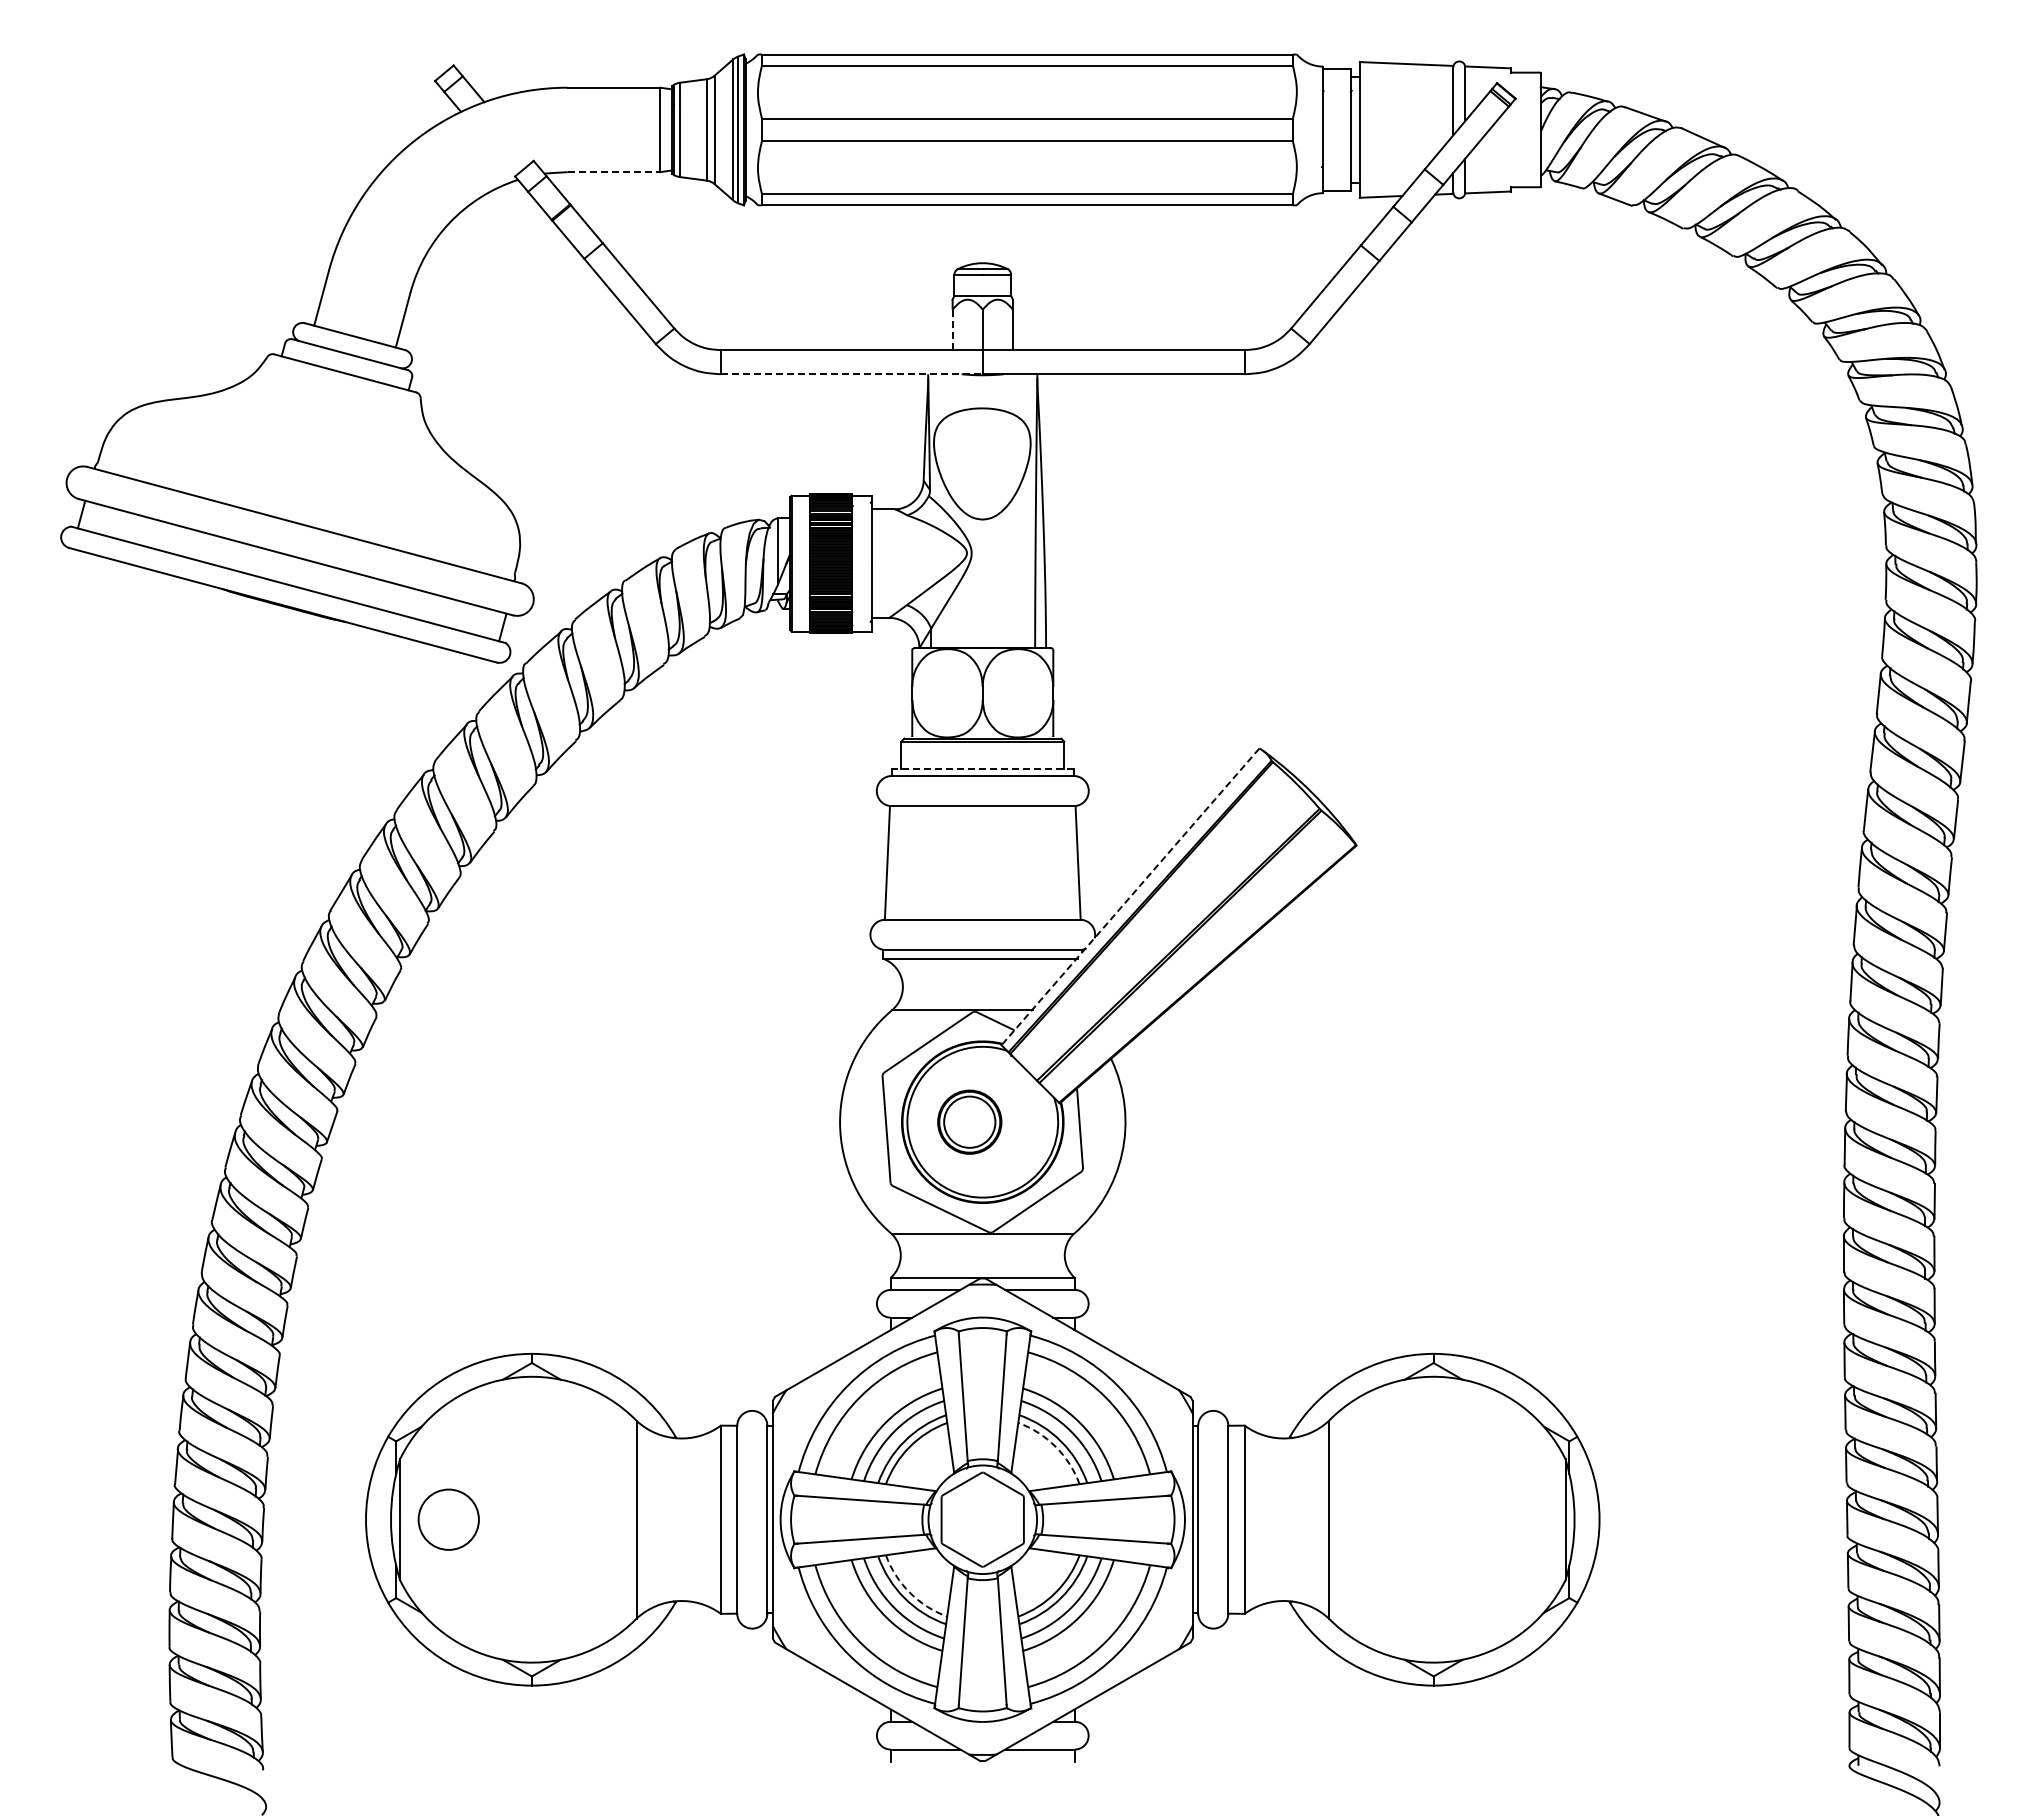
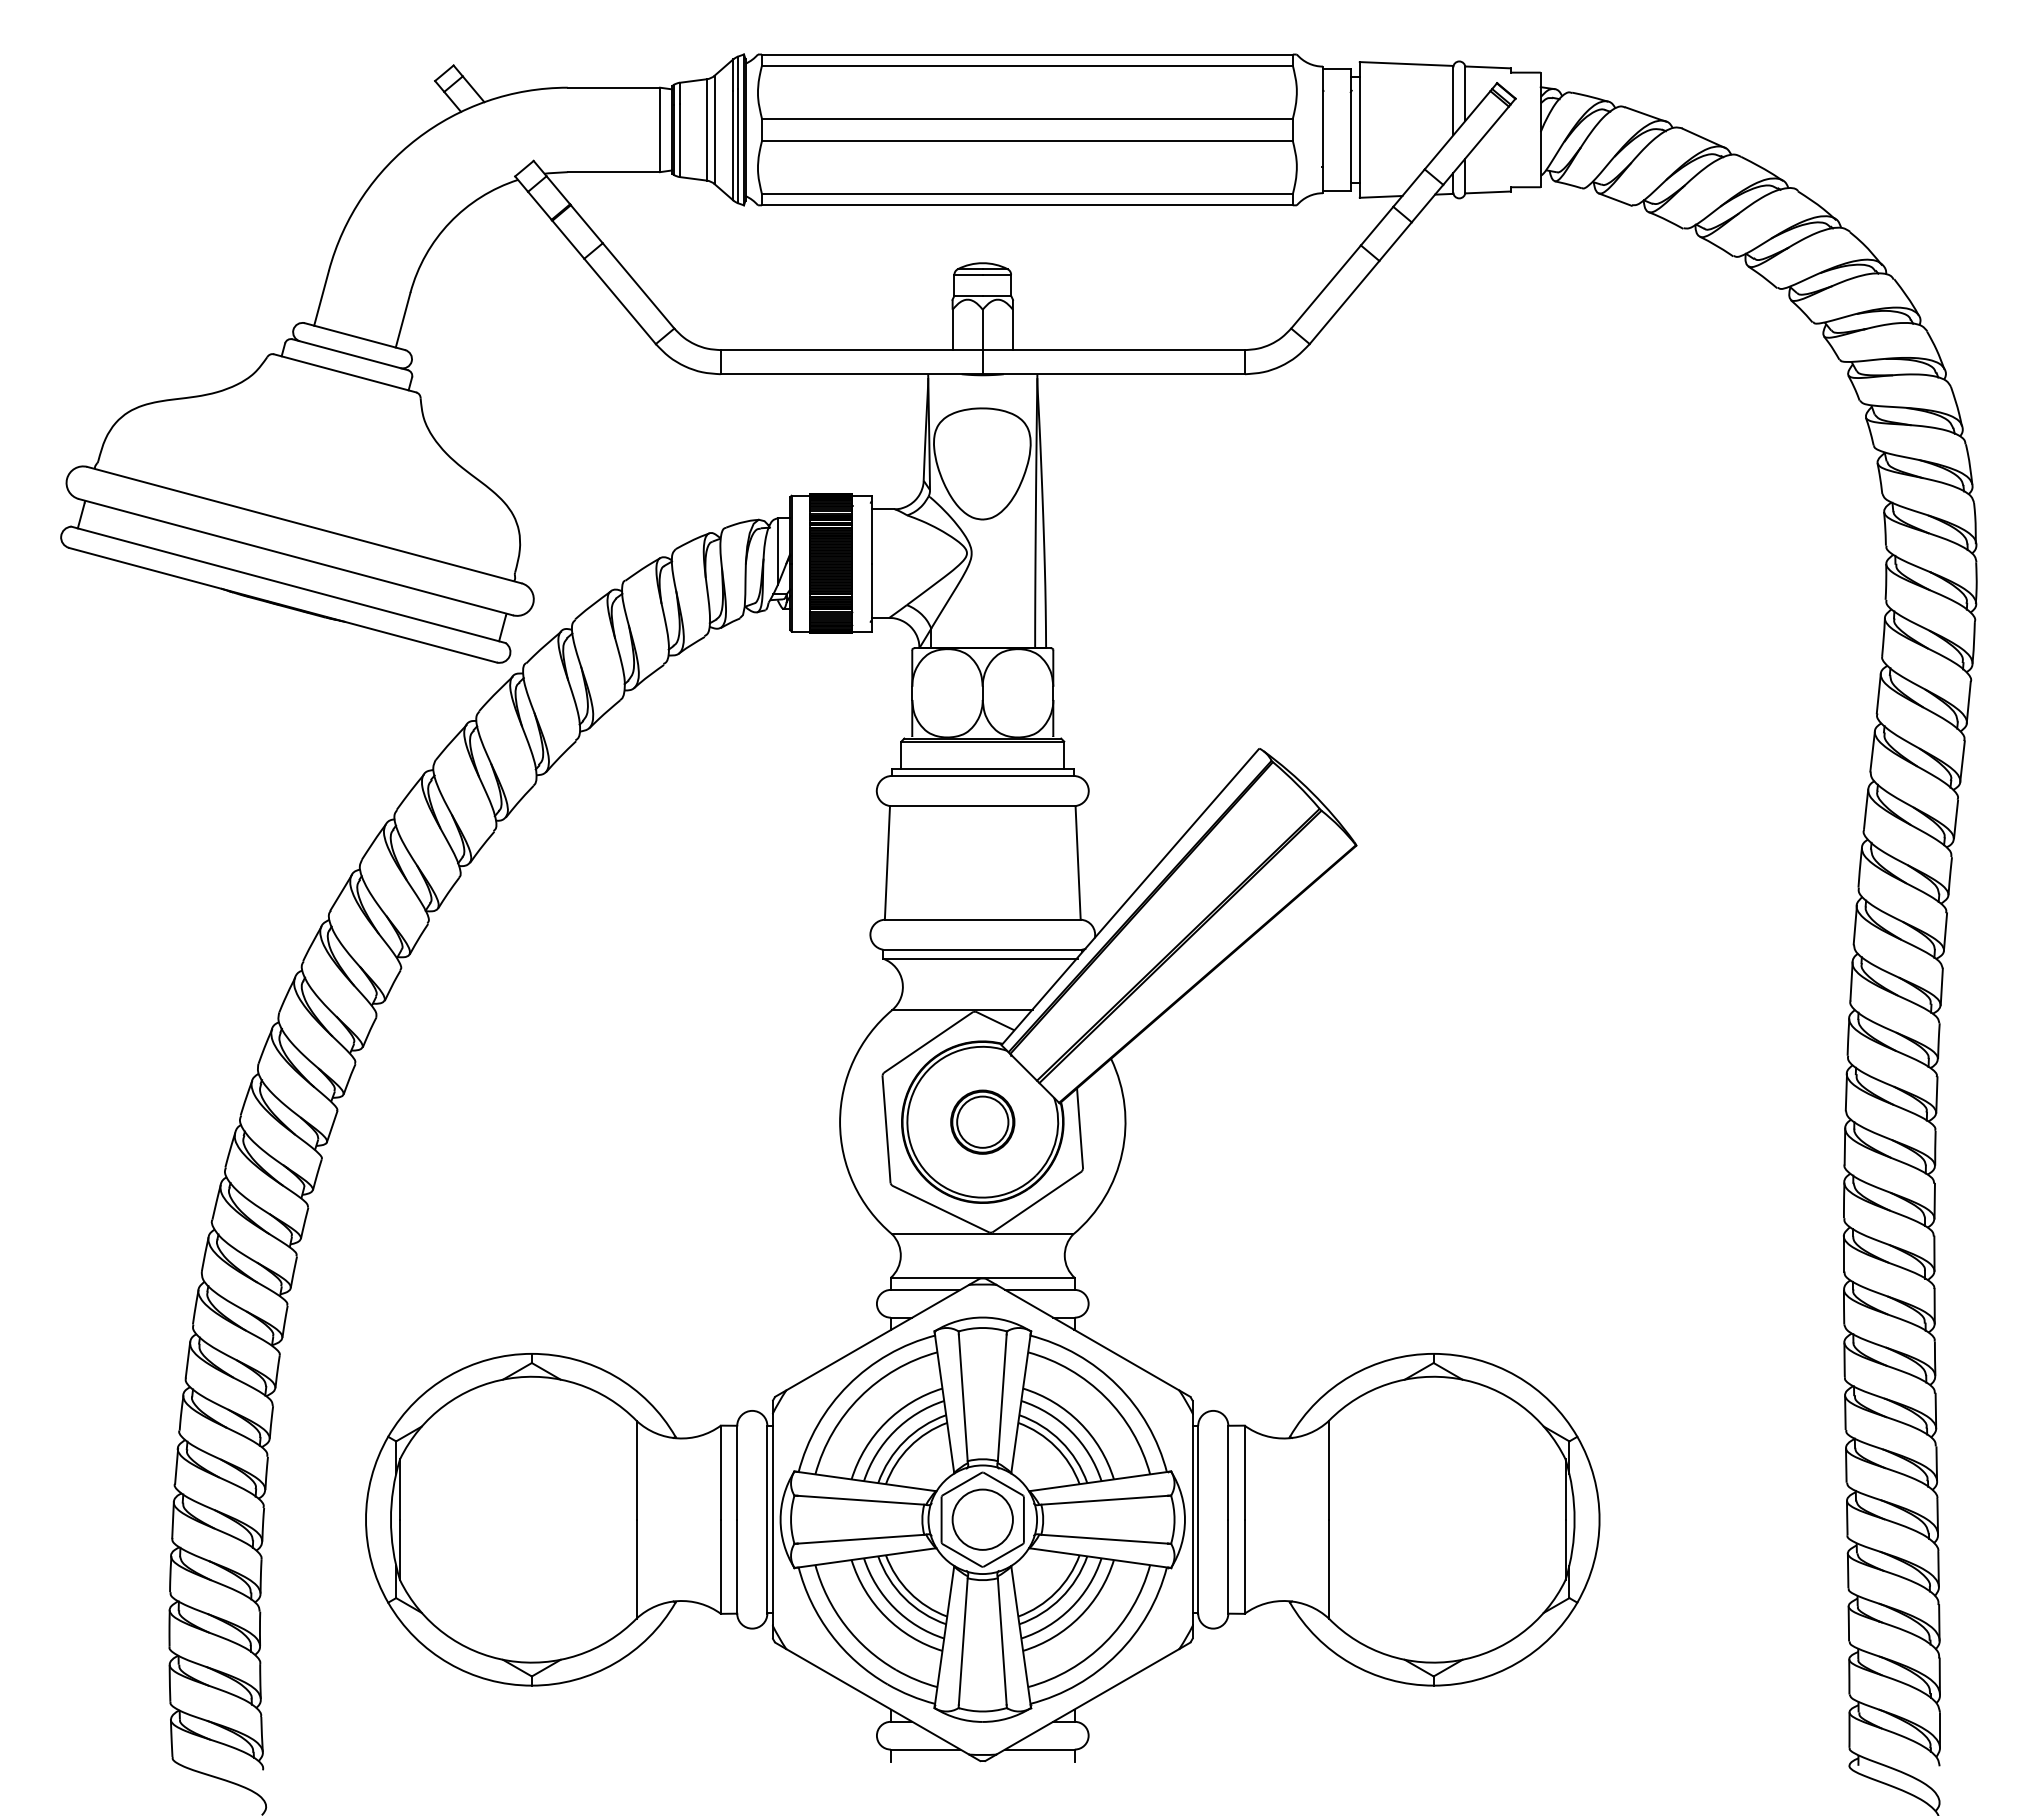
line at (614, 172): dashed -> solid
line at (952, 330): dashed -> solid
line at (852, 374): dashed -> solid
line at (982, 768): dashed -> solid
line at (1130, 896): dashed -> solid
part at (969, 1121) position: (969, 1121) -> (982, 1121)
arc at (1055, 1446): dashed -> solid
circle at (448, 1519) position: (448, 1519) -> (982, 1519)
arc at (909, 1592): dashed -> solid
